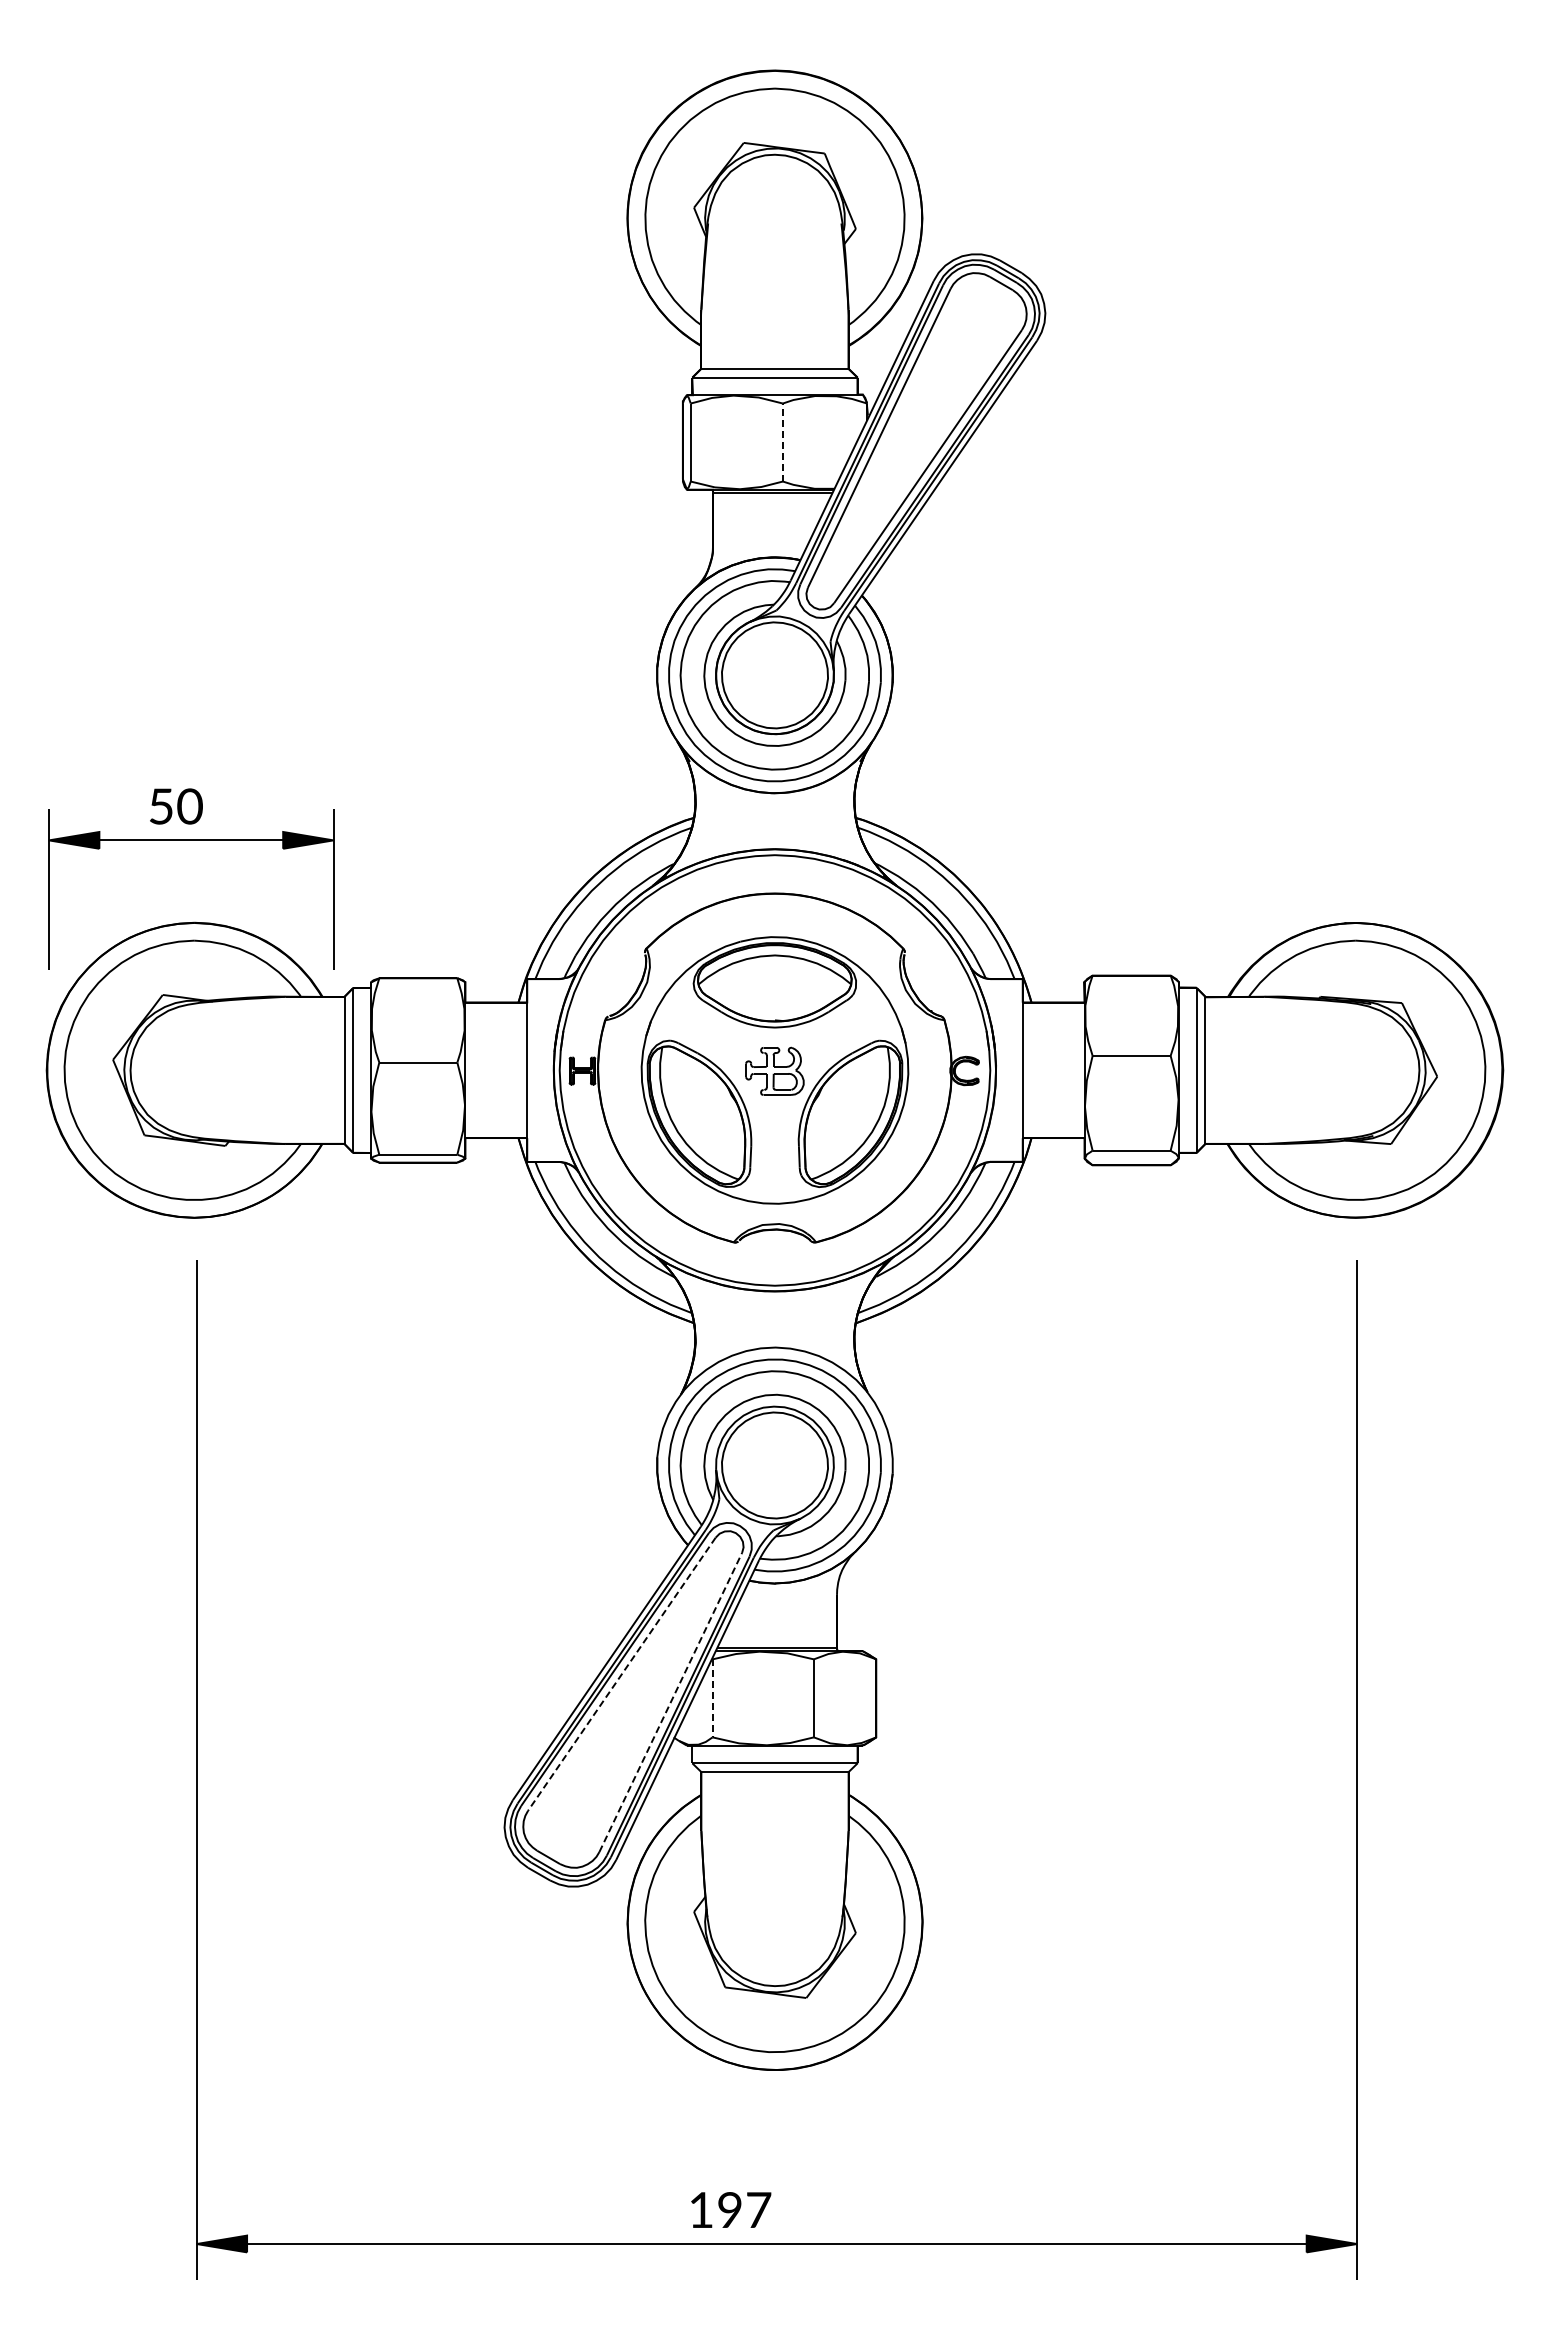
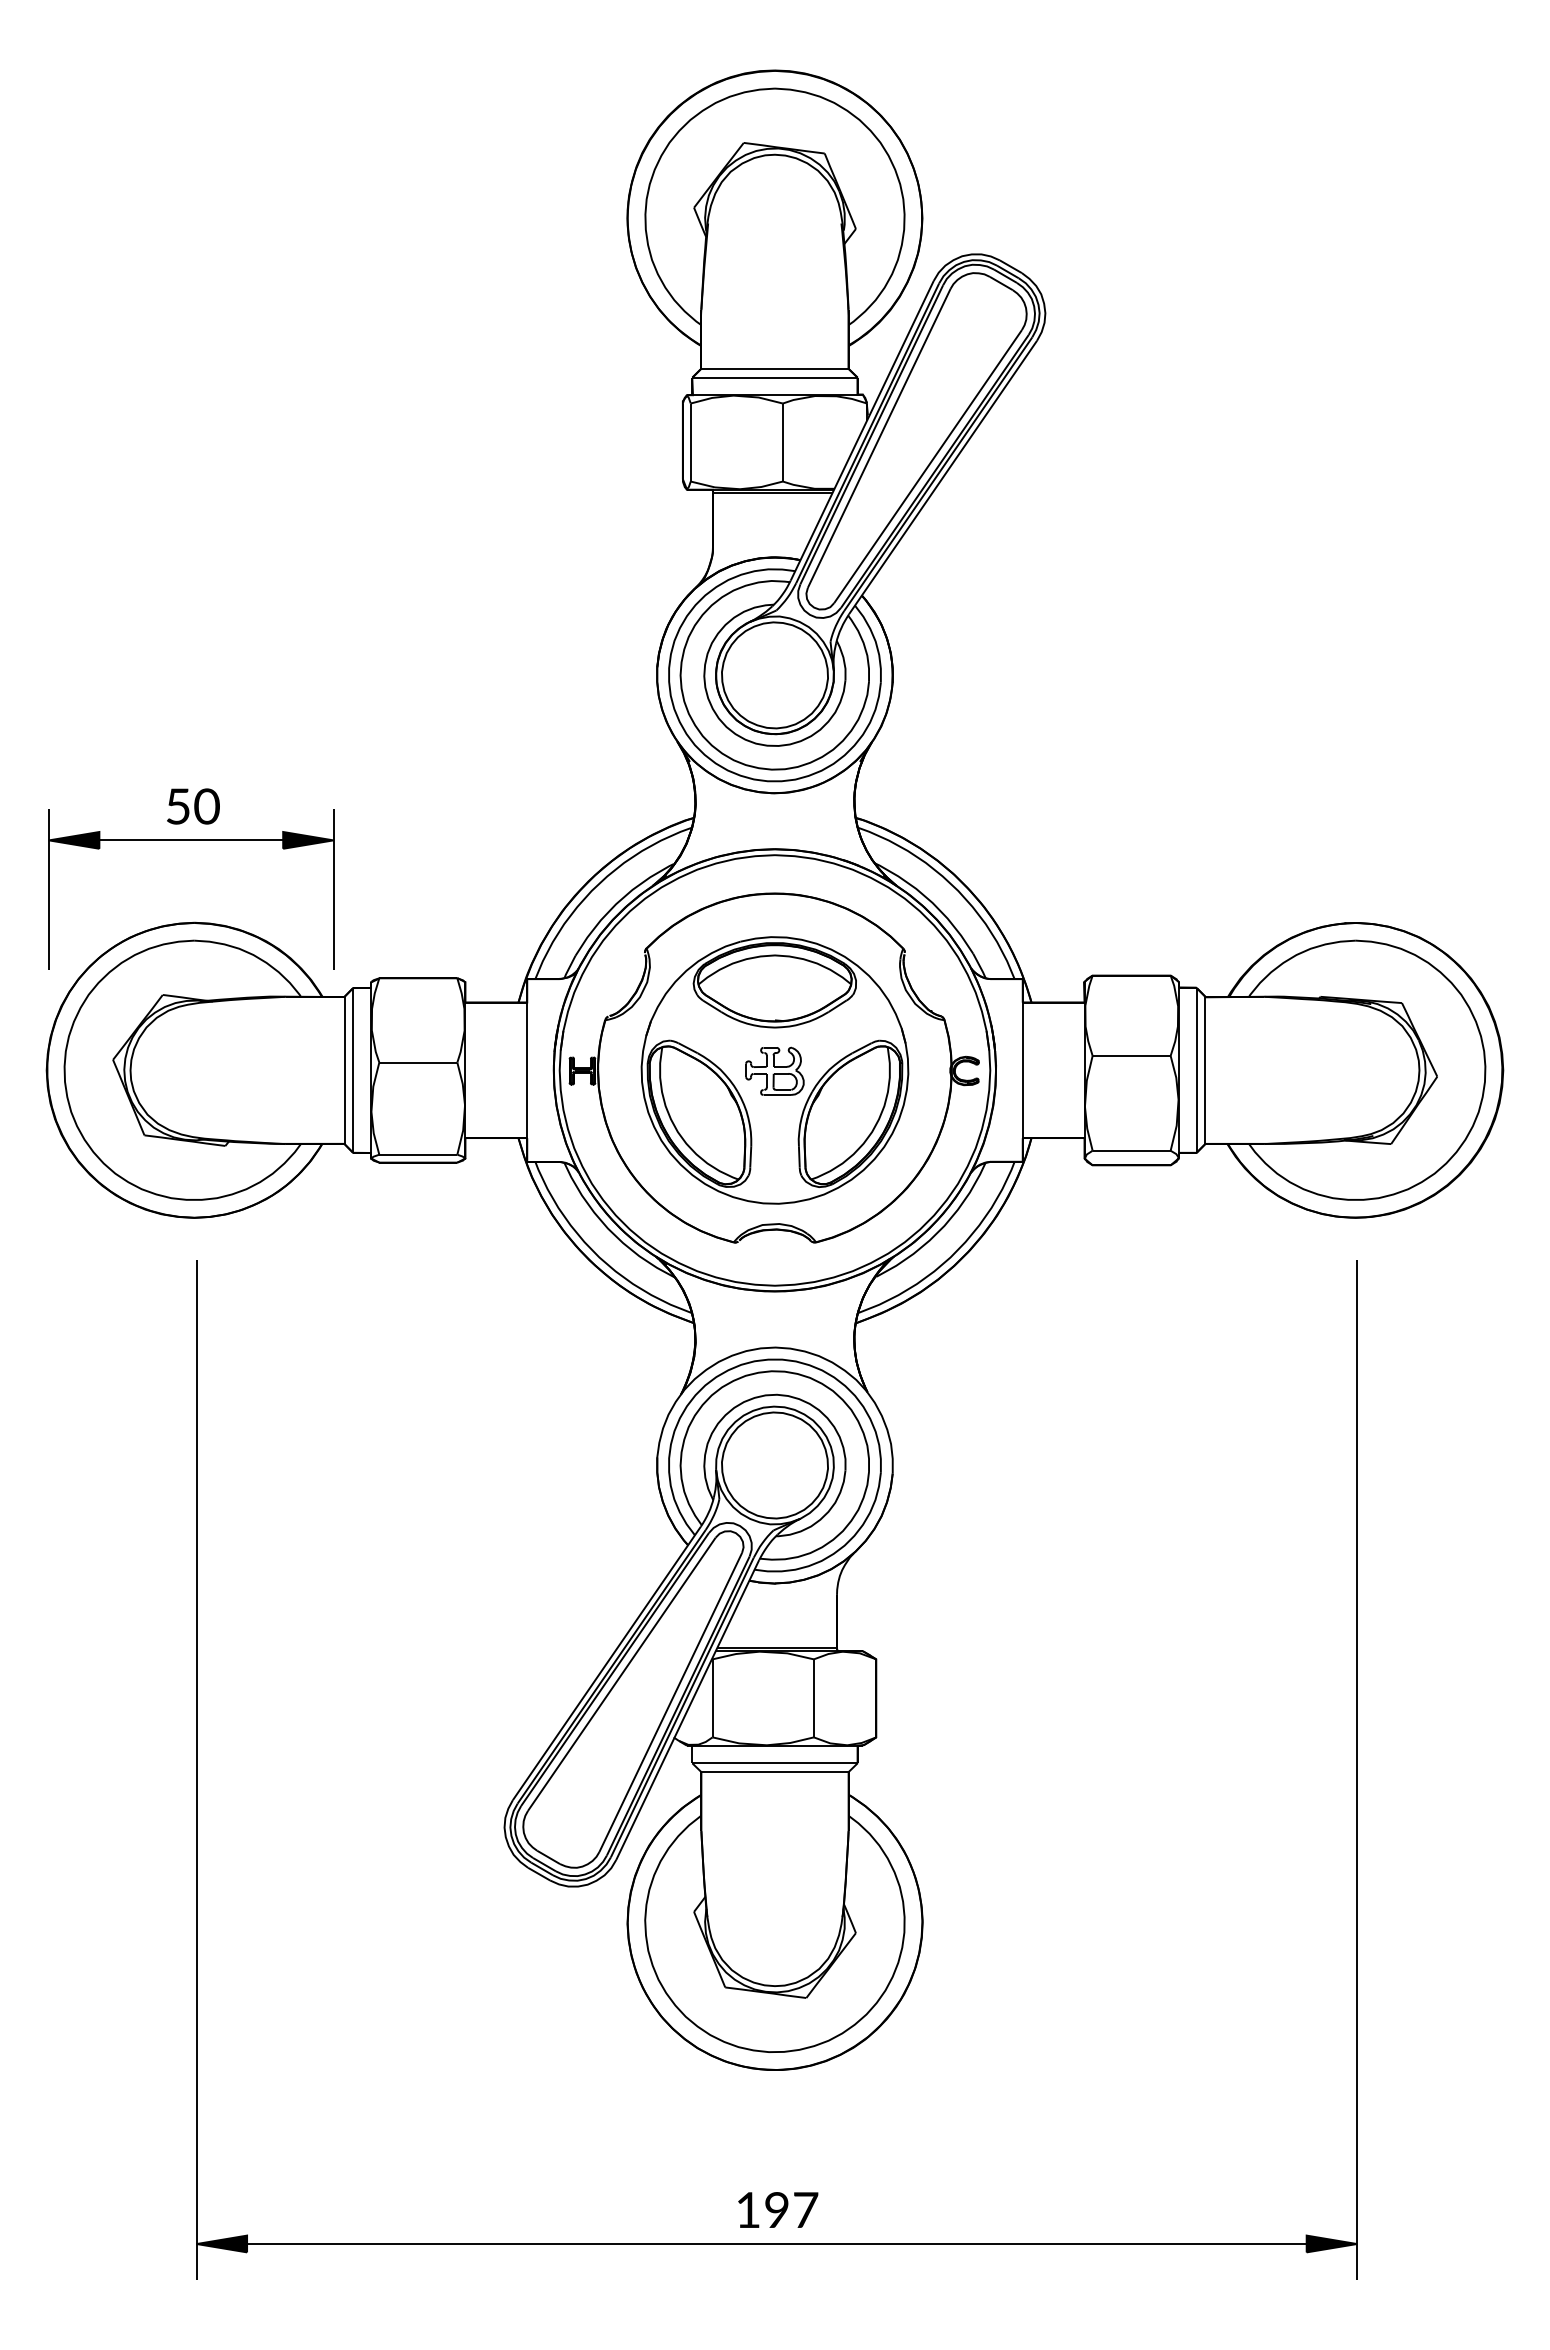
line at (782, 442): dashed -> solid
text at (176, 806) position: (176, 806) -> (193, 806)
line at (621, 1674): dashed -> solid
line at (712, 1698): dashed -> solid
line at (670, 1702): dashed -> solid
text at (731, 2209) position: (731, 2209) -> (778, 2209)
